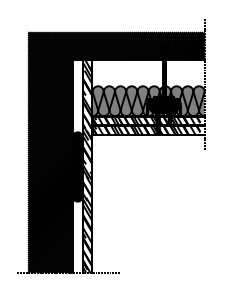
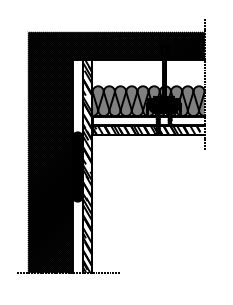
hatch at (146, 120): present -> none
